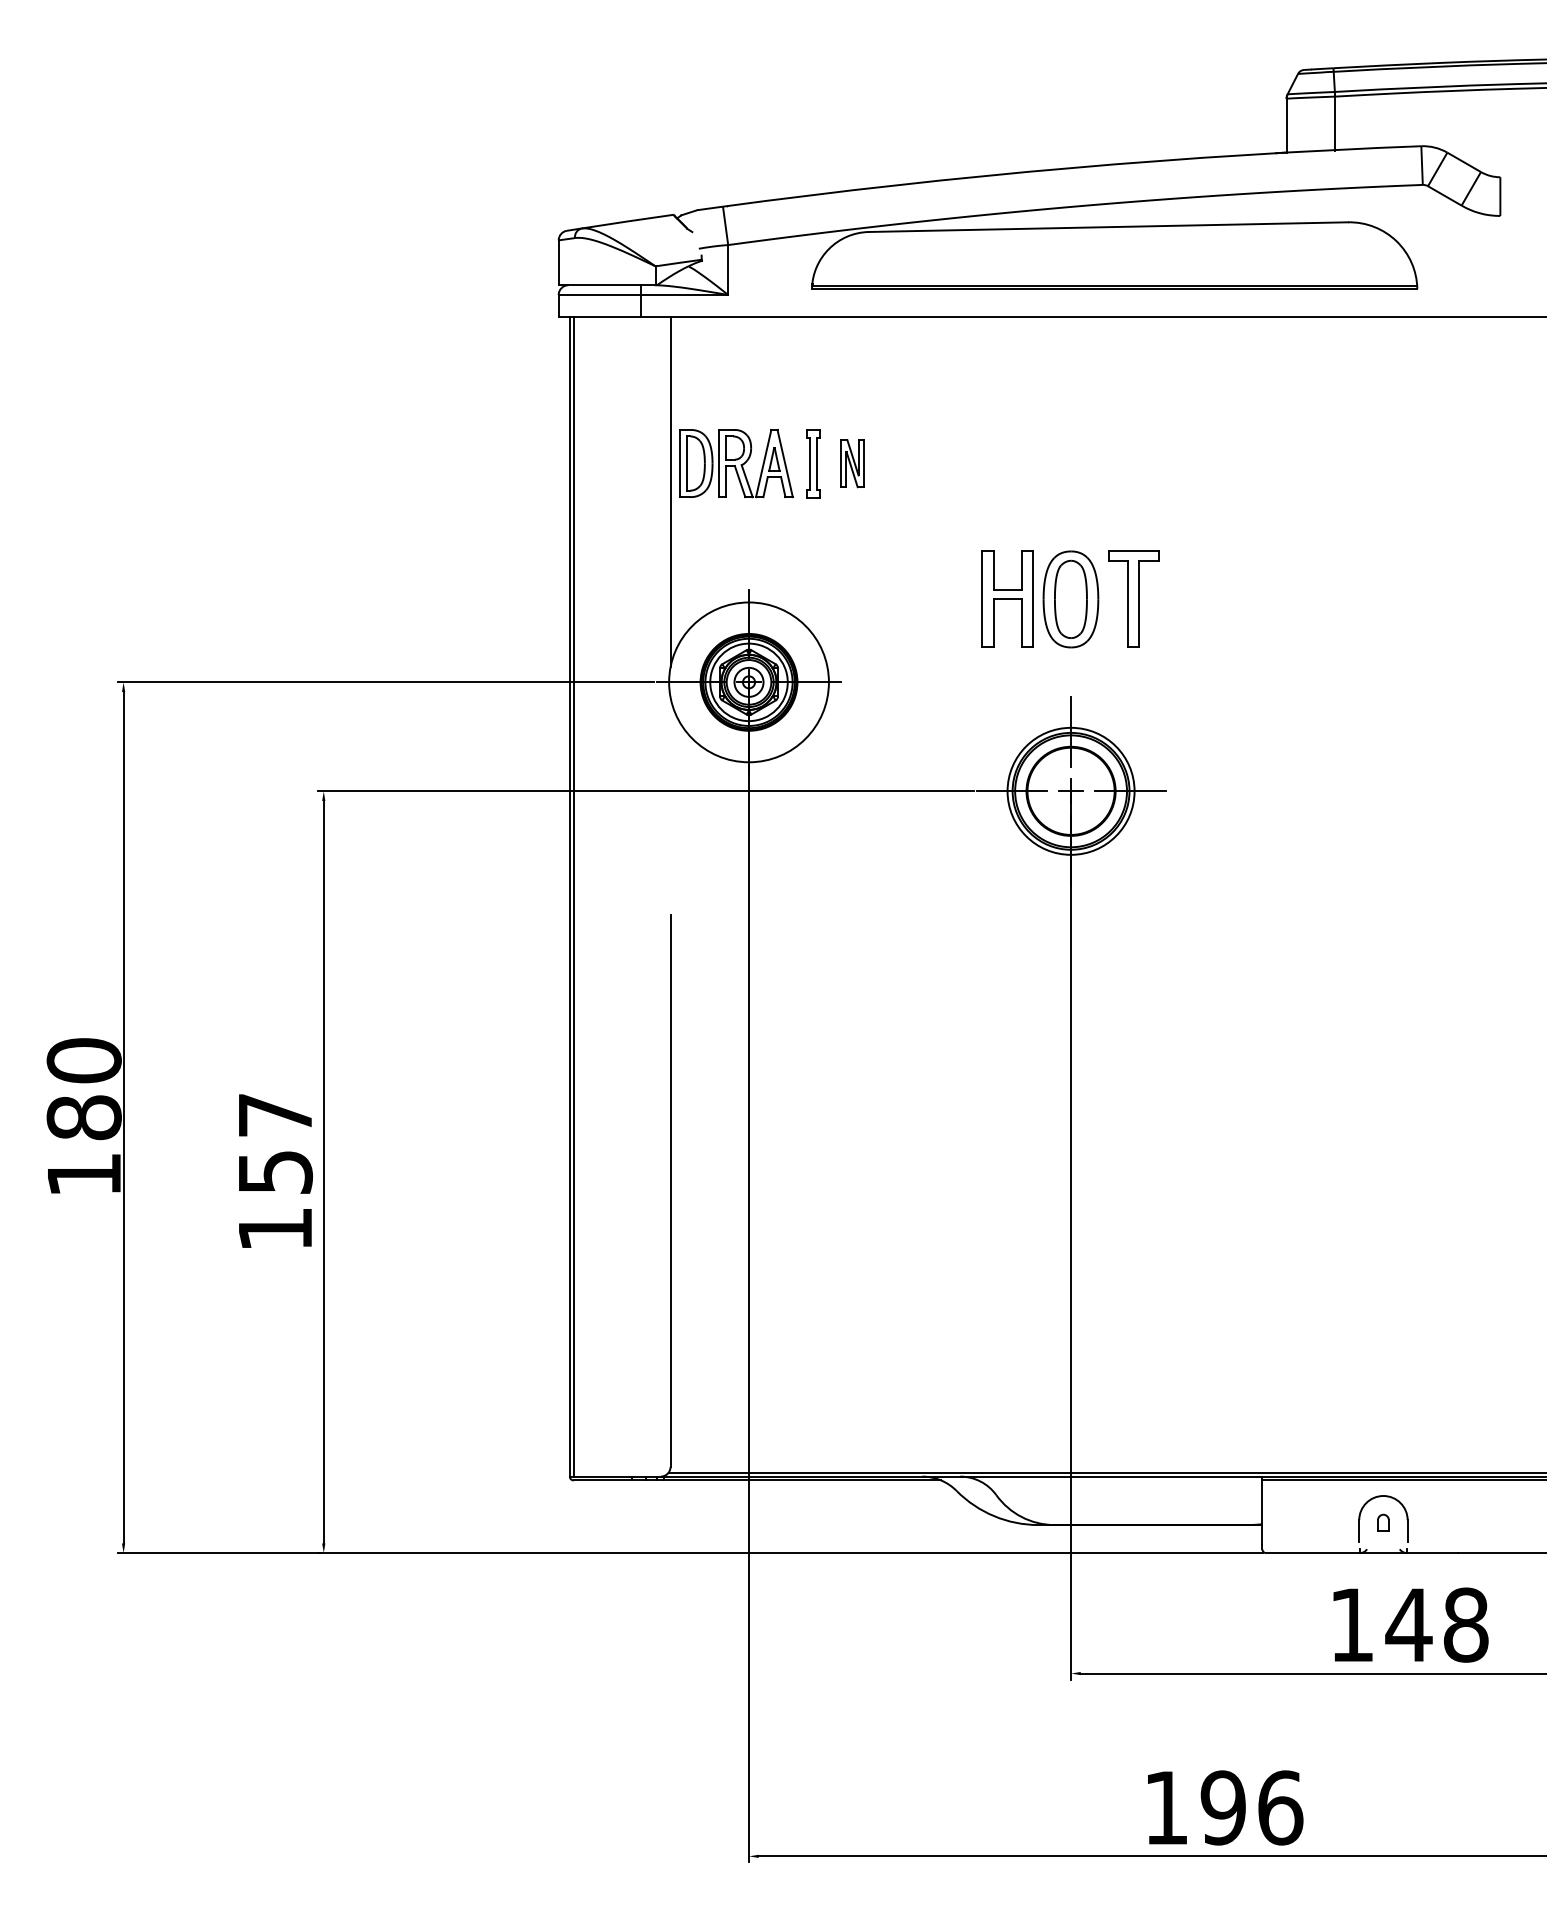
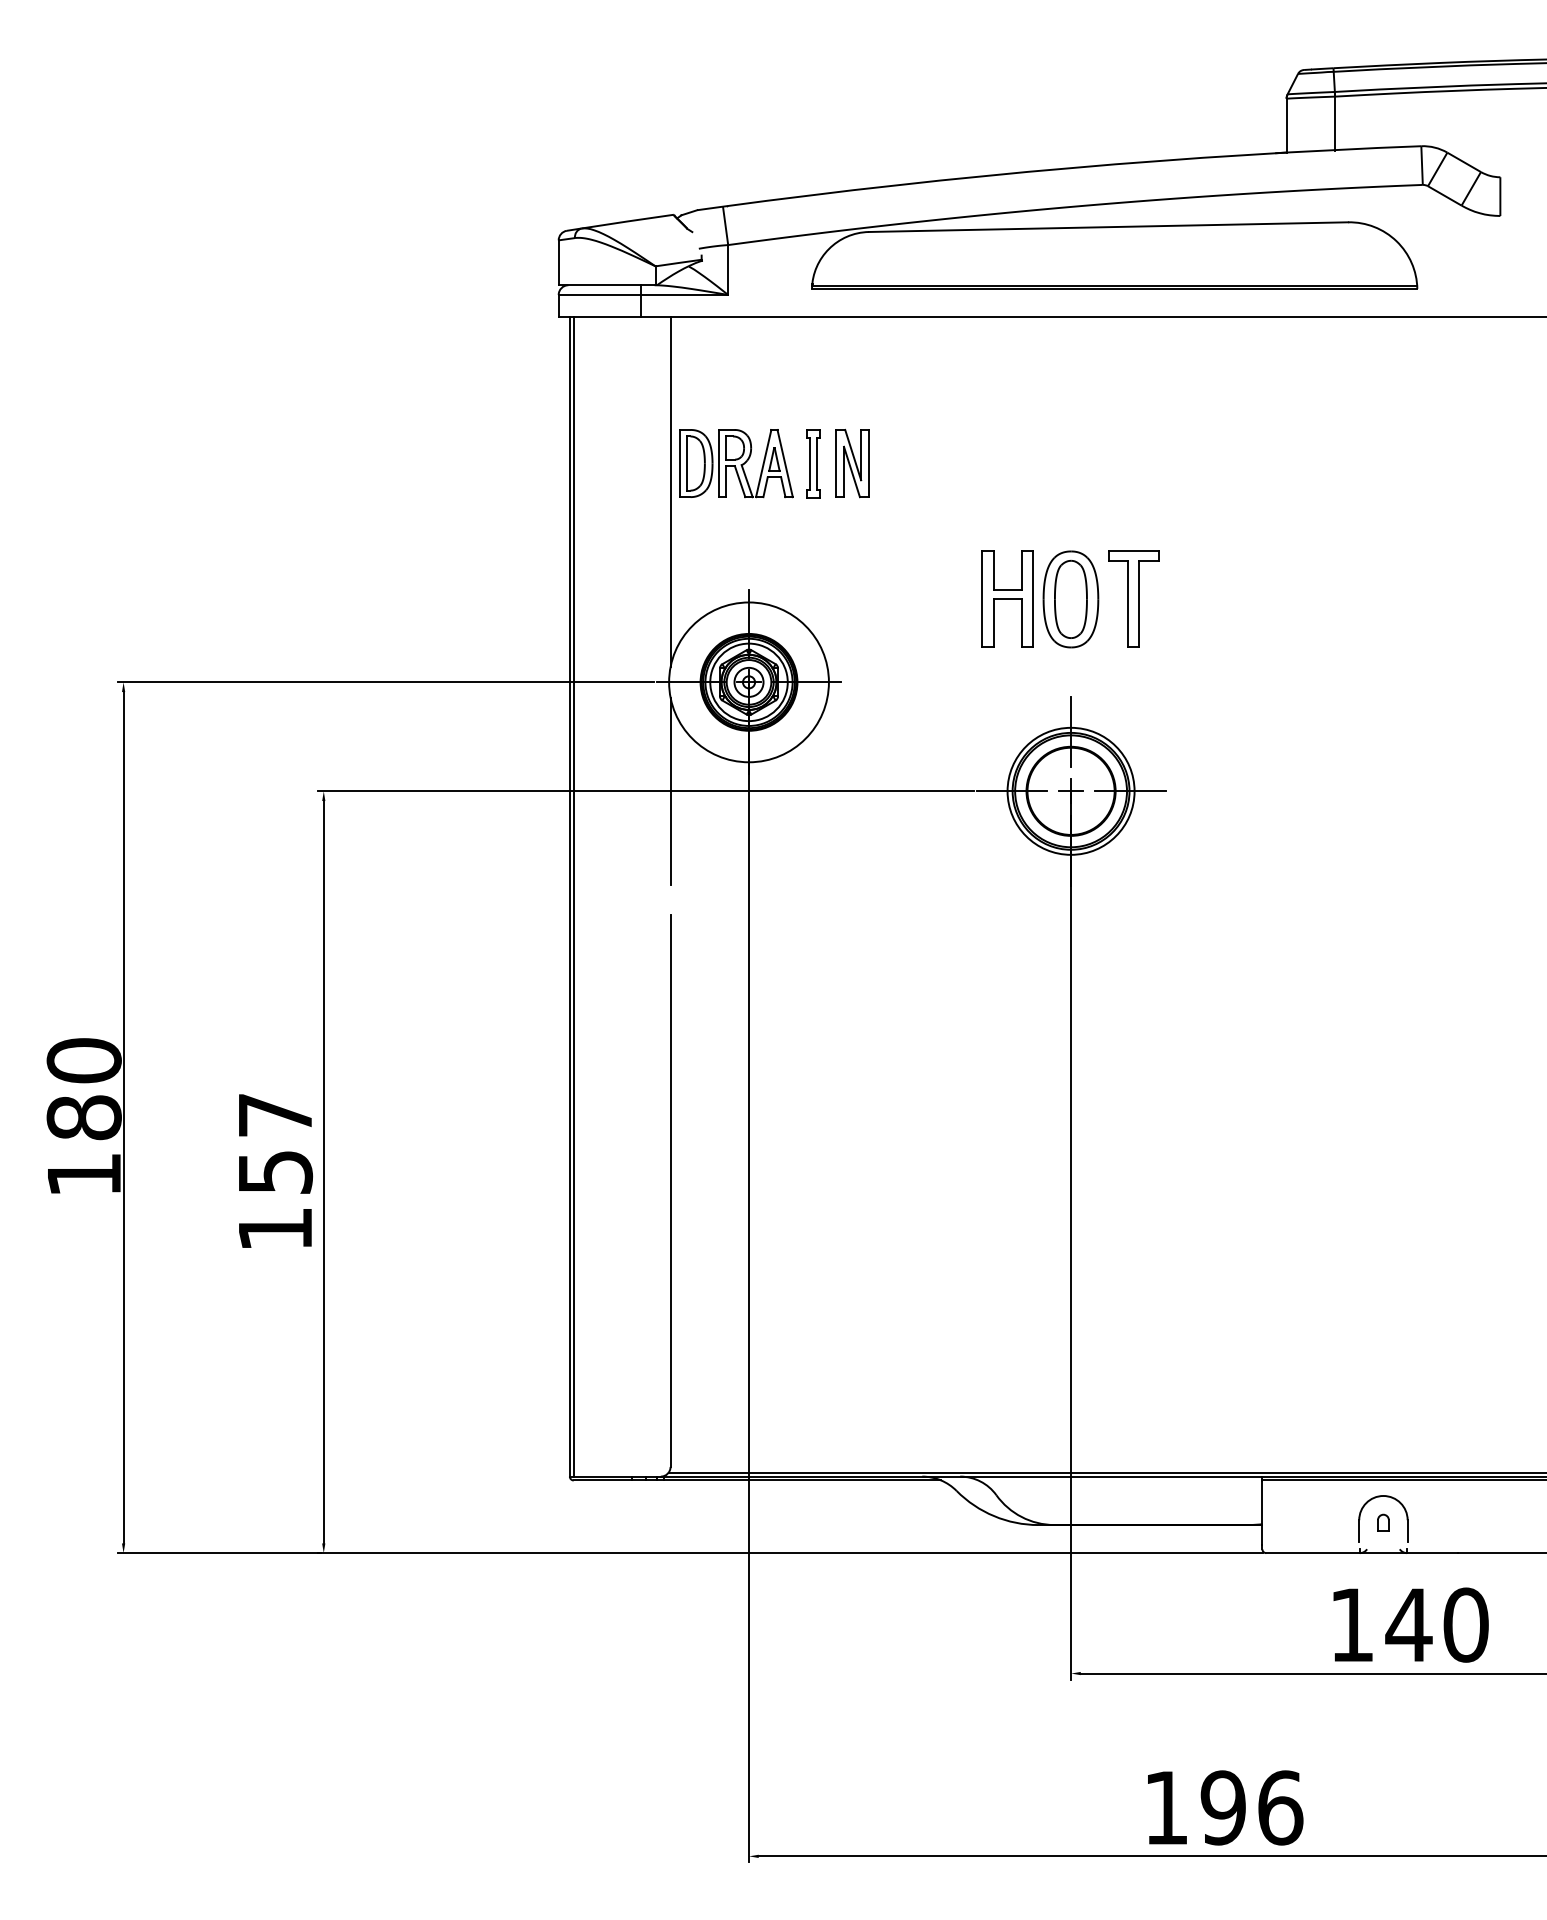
part at (852, 463) size: 25x50 px -> 35x70 px
line at (670, 791): none -> present
text at (1465, 1624): 148 -> 140
